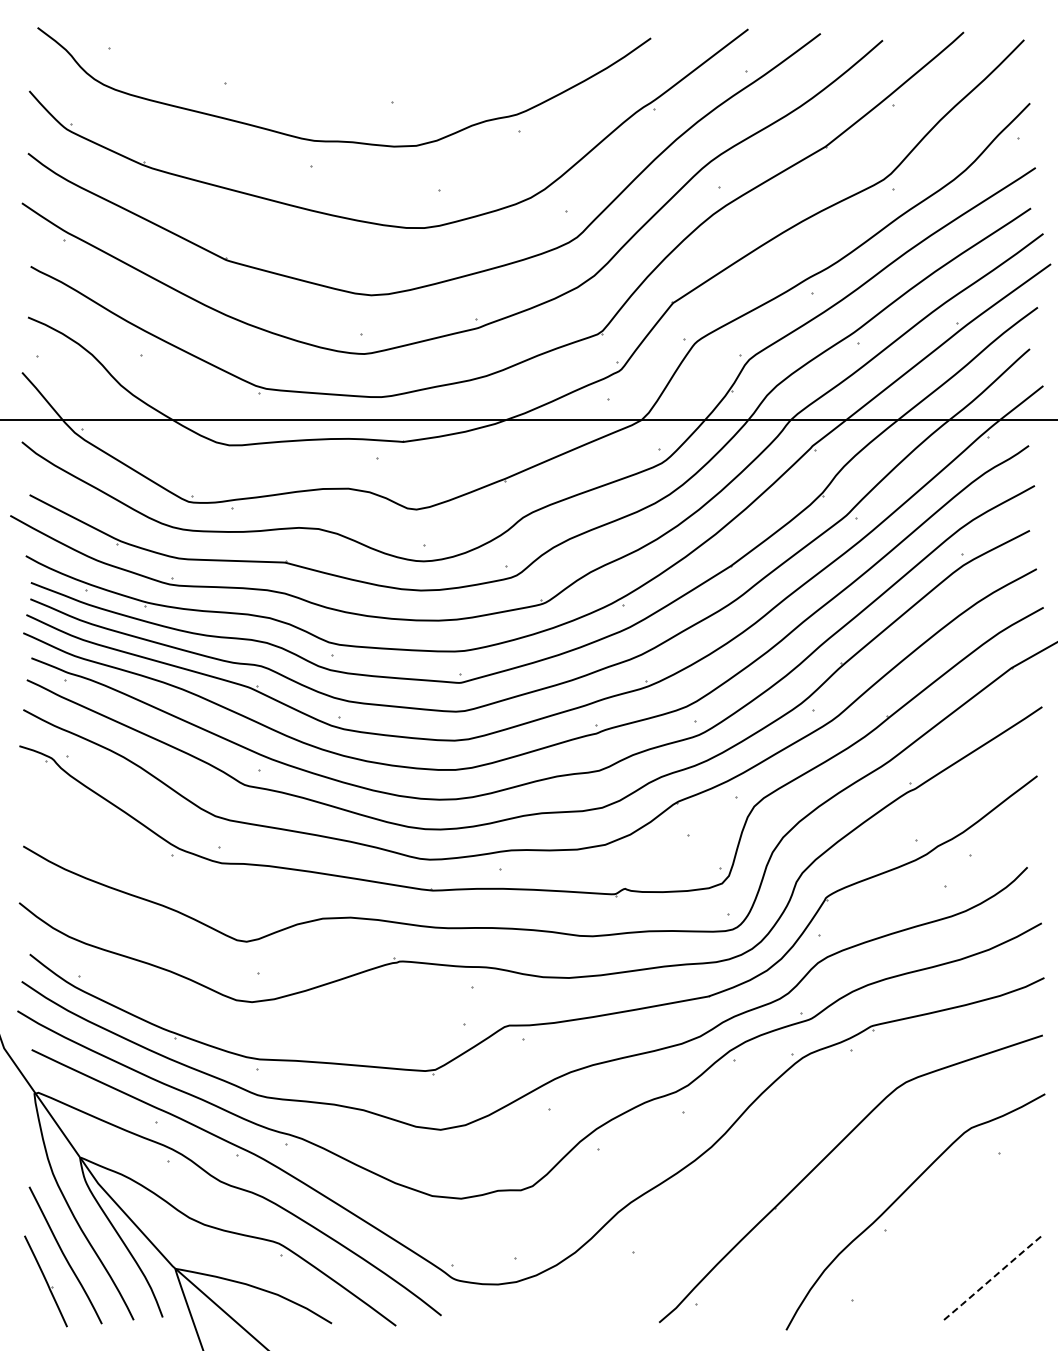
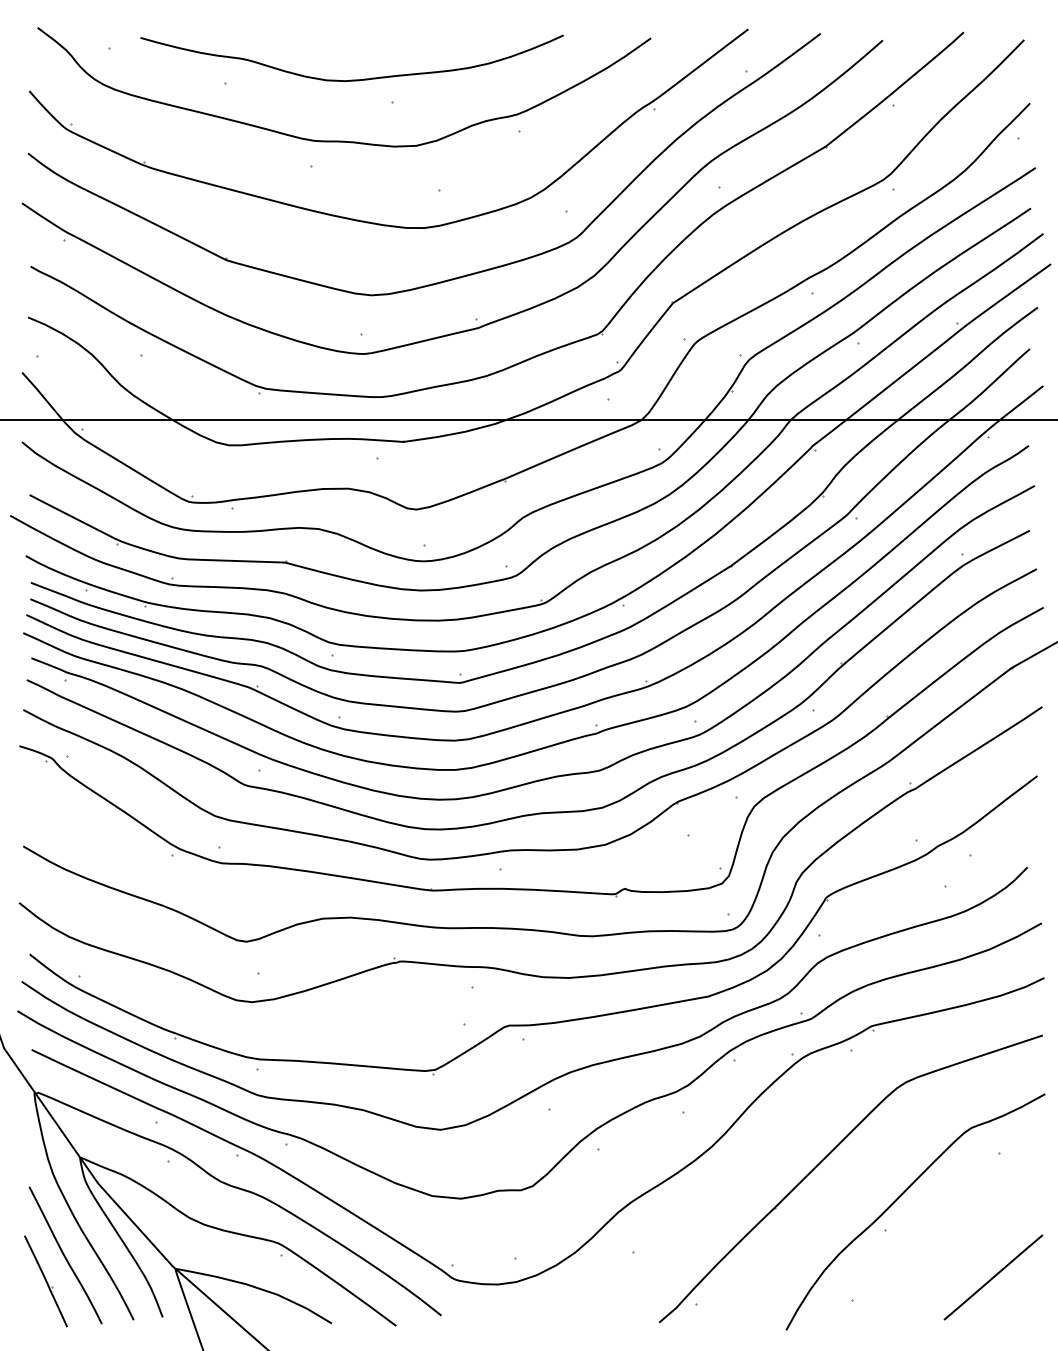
curve at (351, 79): none -> present
line at (993, 1277): dashed -> solid
